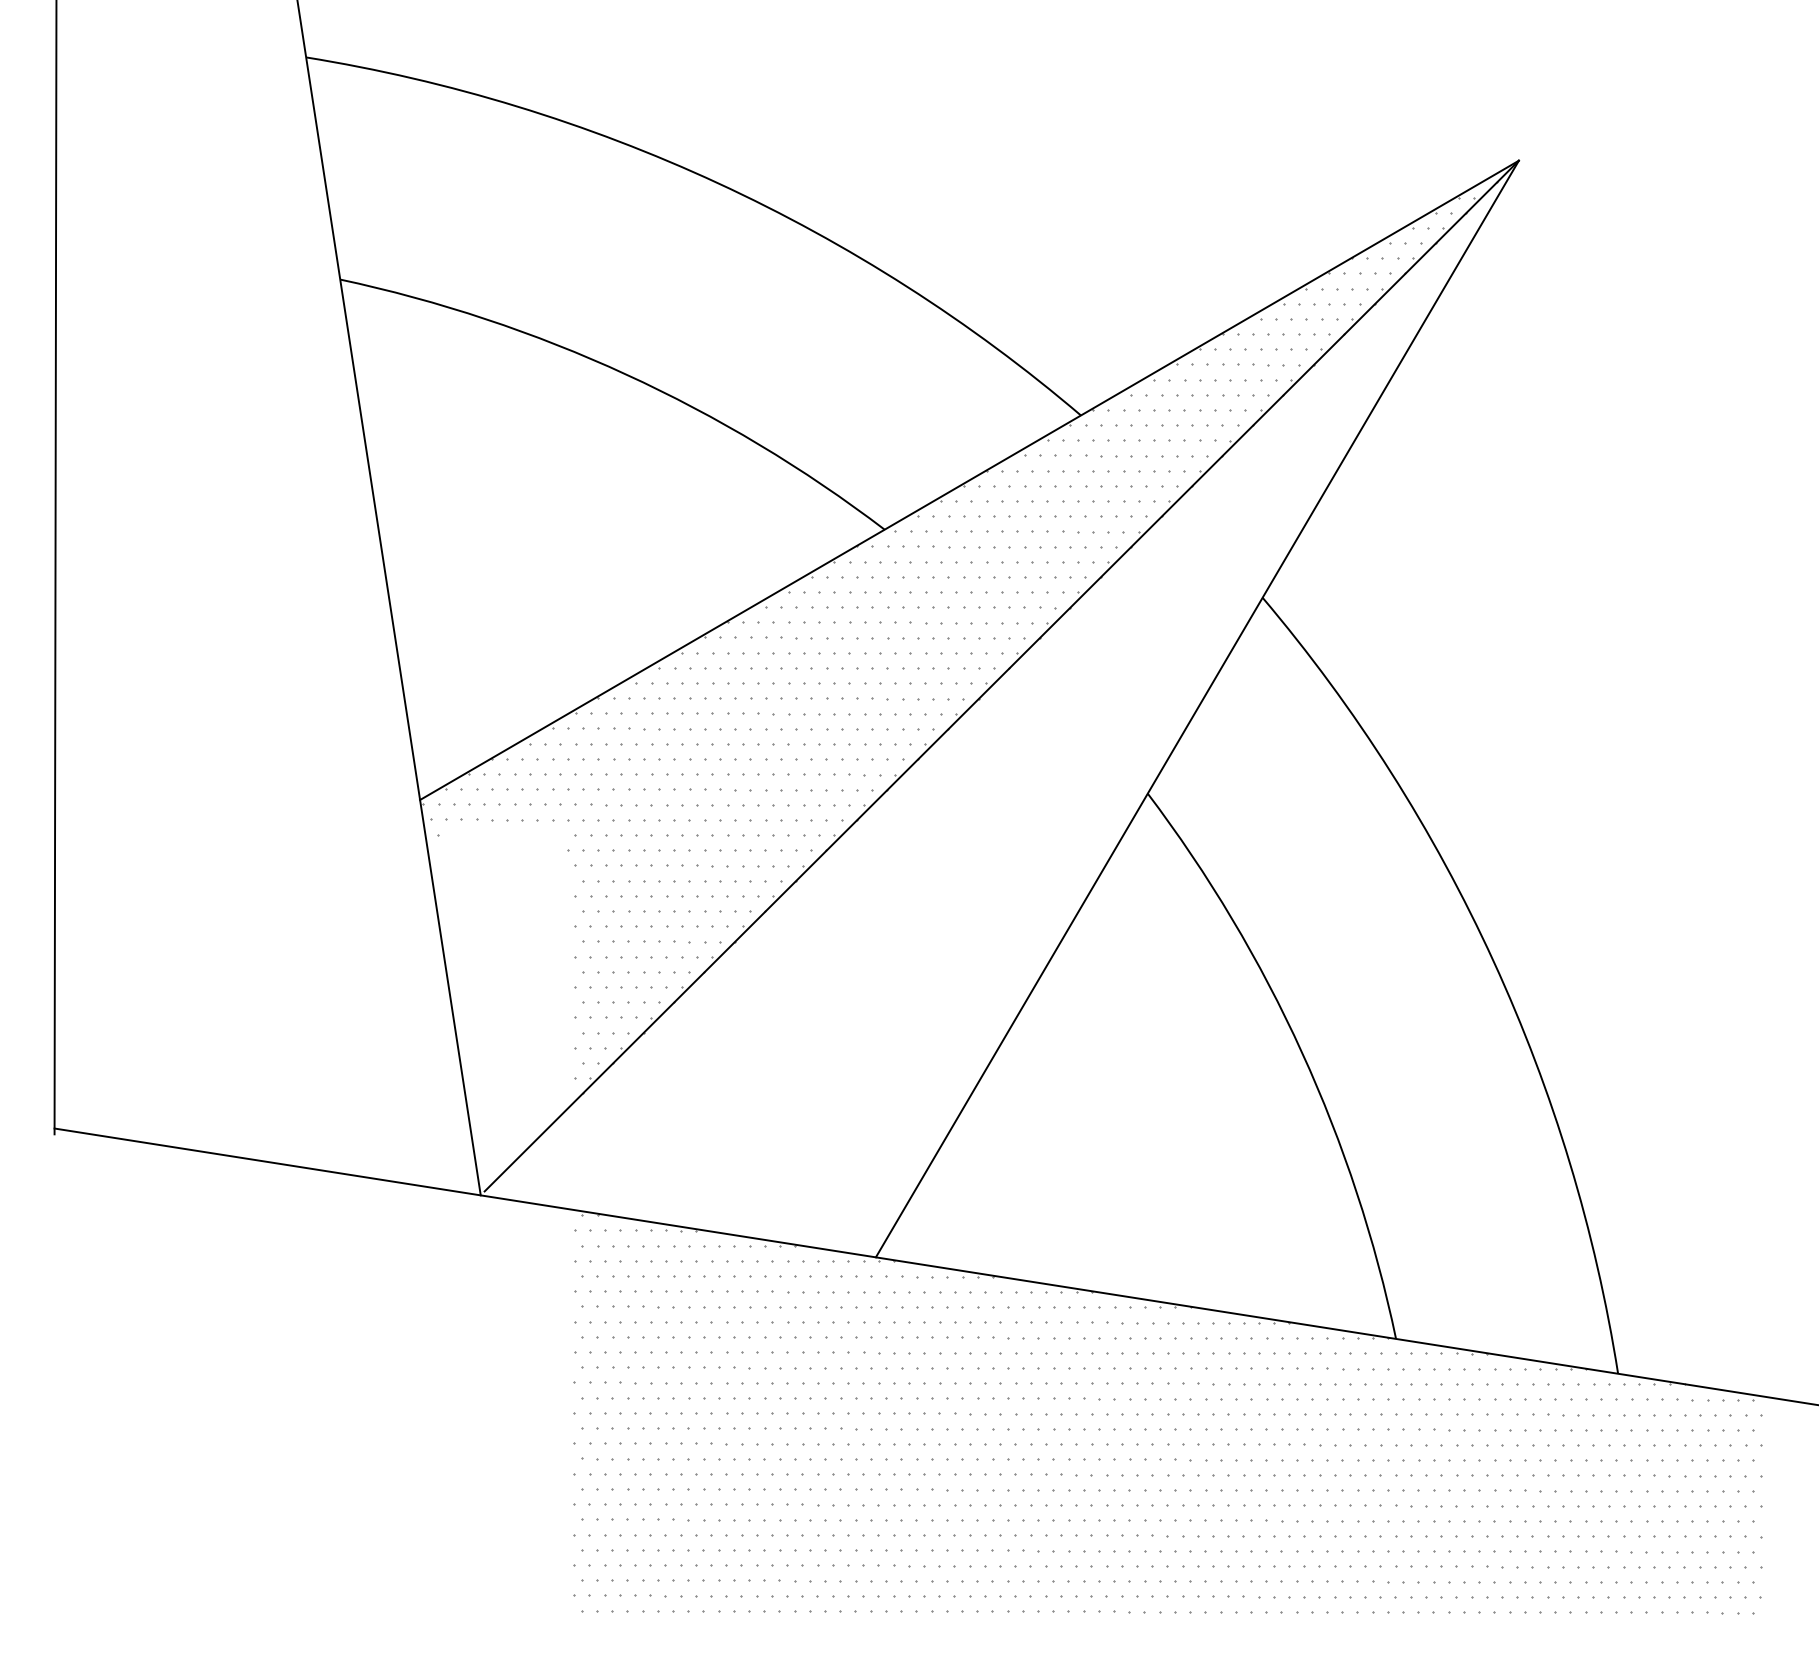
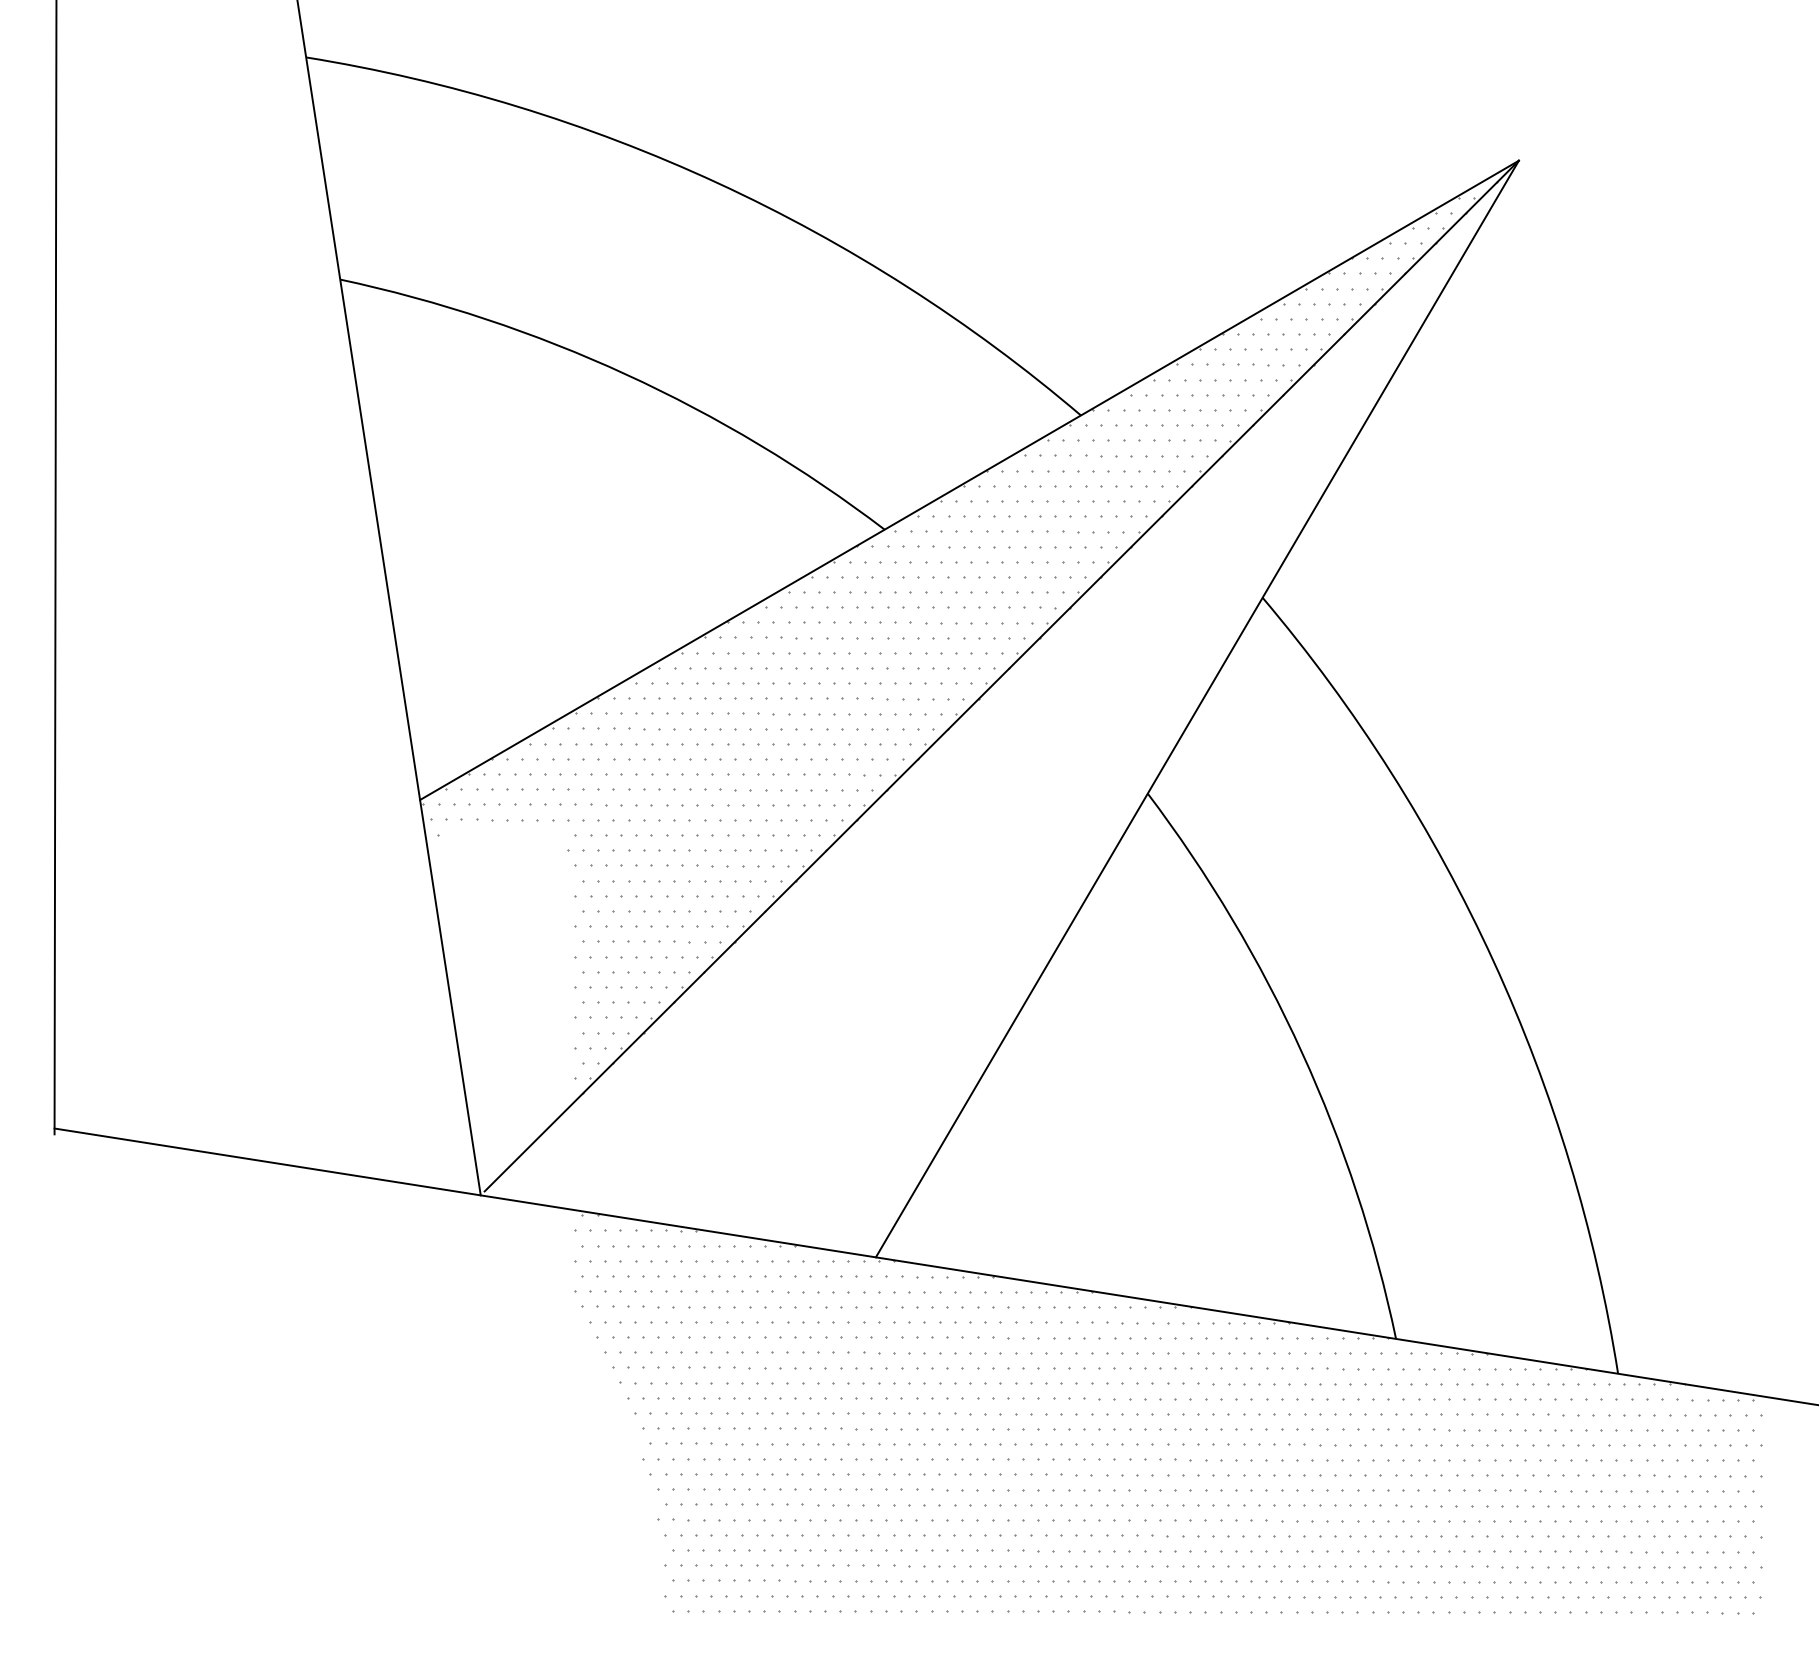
part at (612, 1460): present -> none
